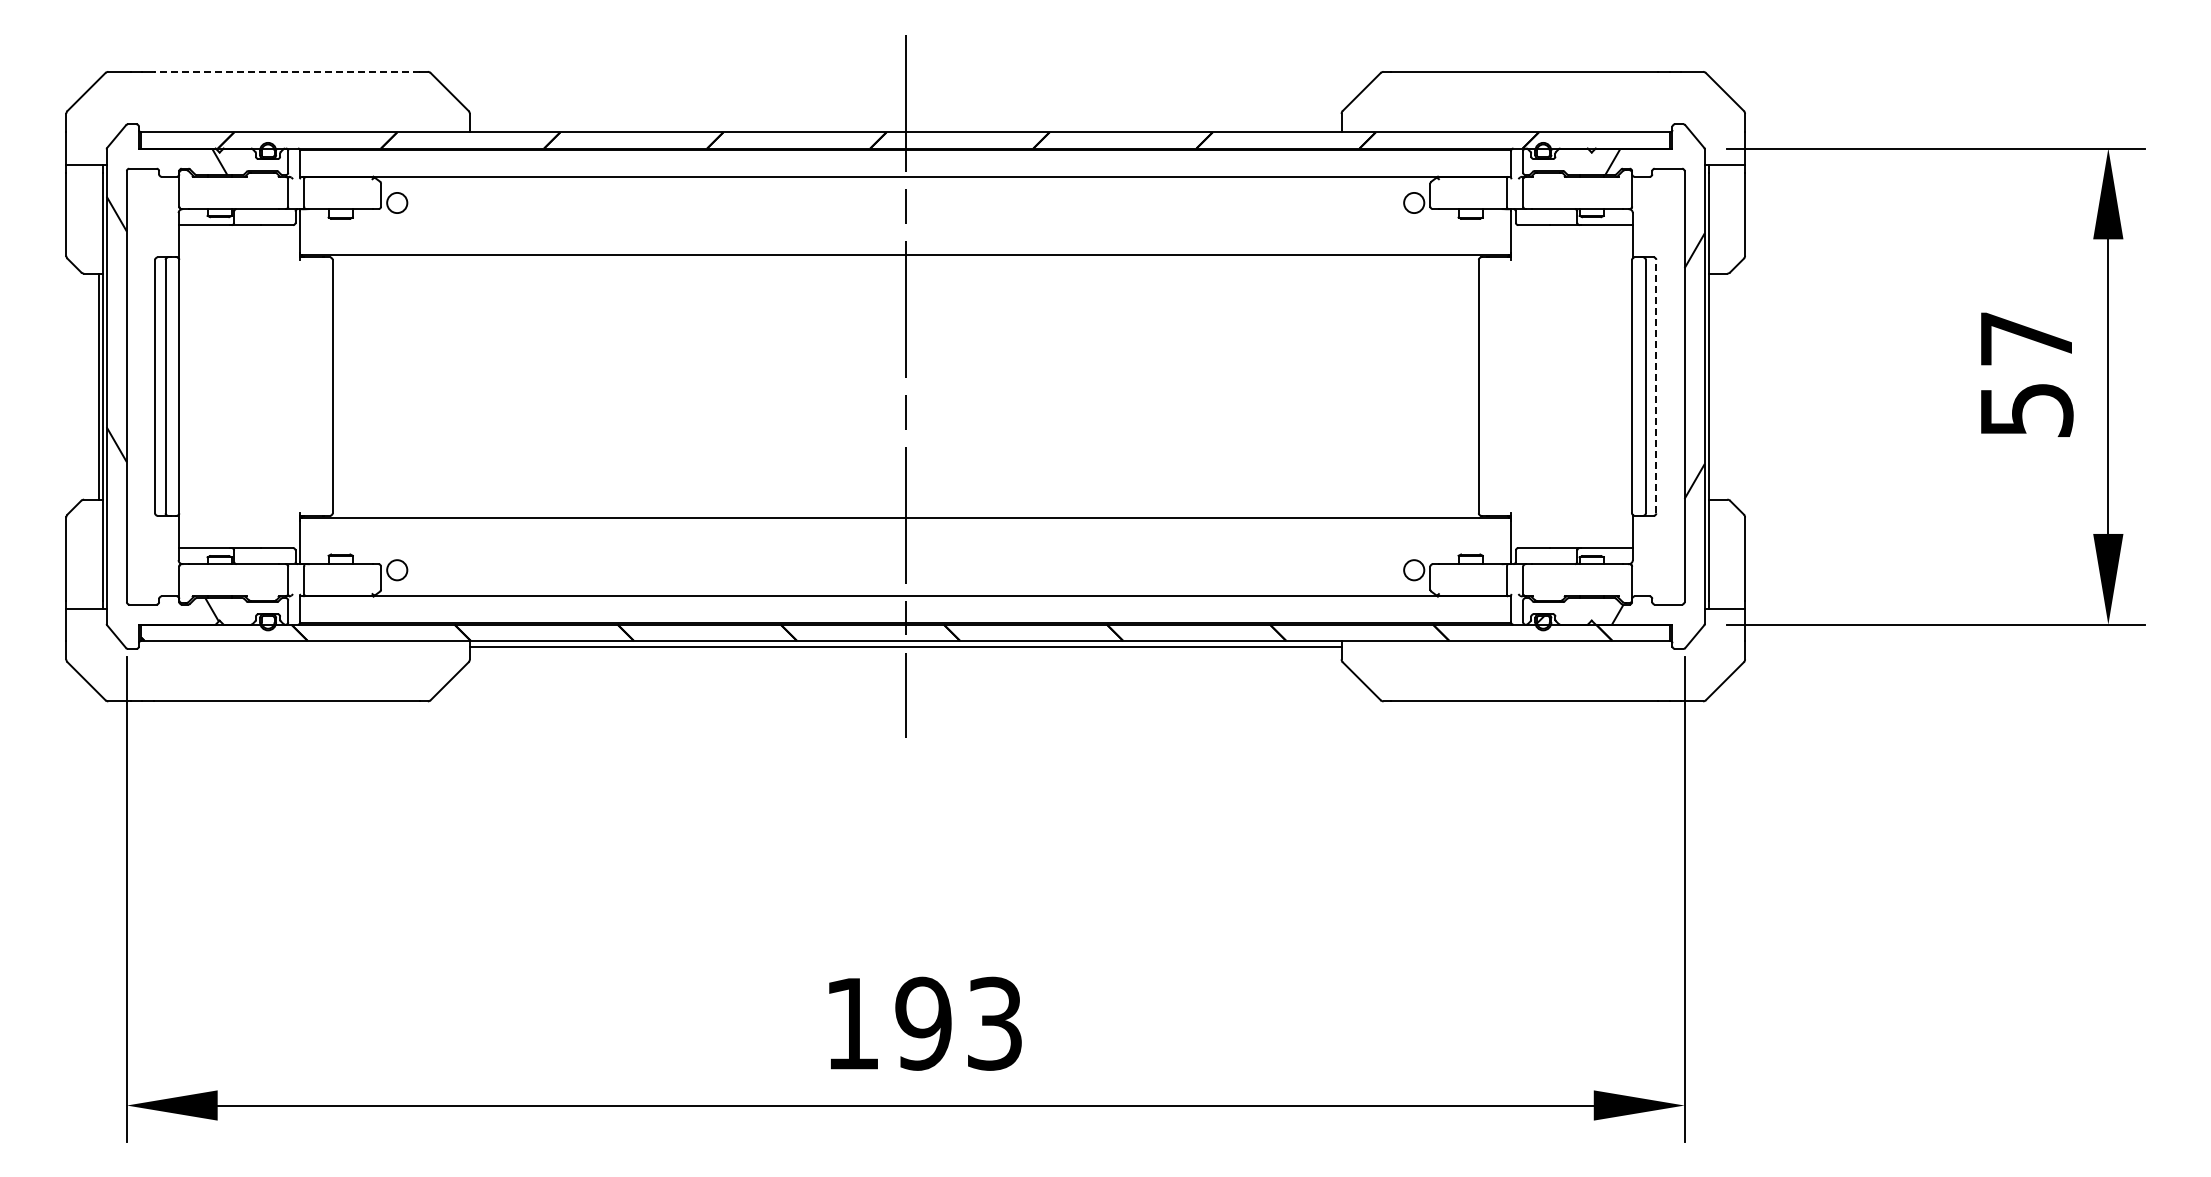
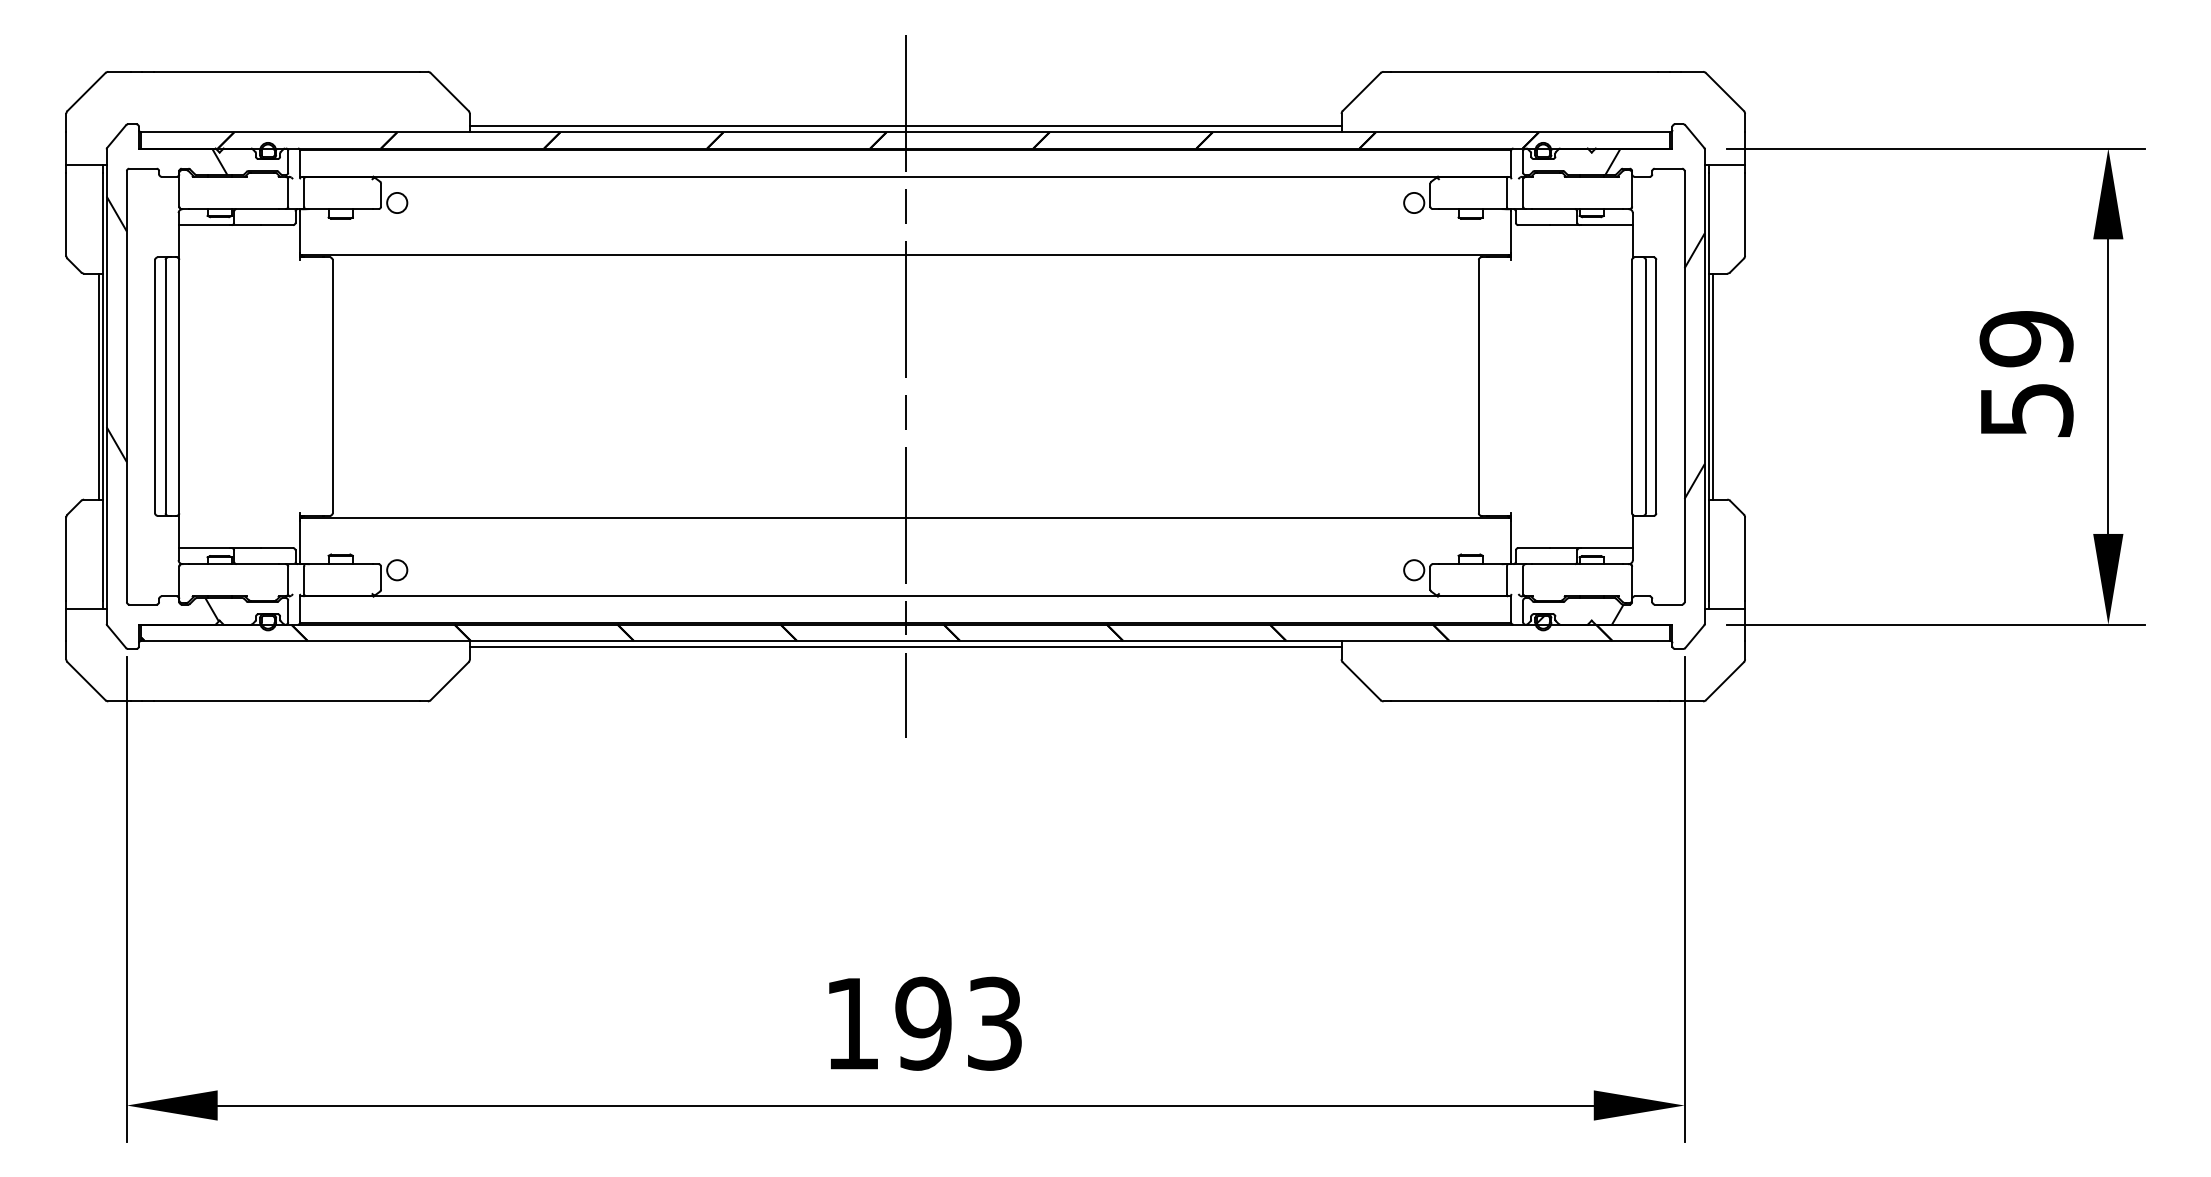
line at (286, 71): dashed -> solid
line at (905, 125): none -> present
text at (2026, 339): 57 -> 59
line at (1656, 386): dashed -> solid
line at (1712, 386): none -> present
